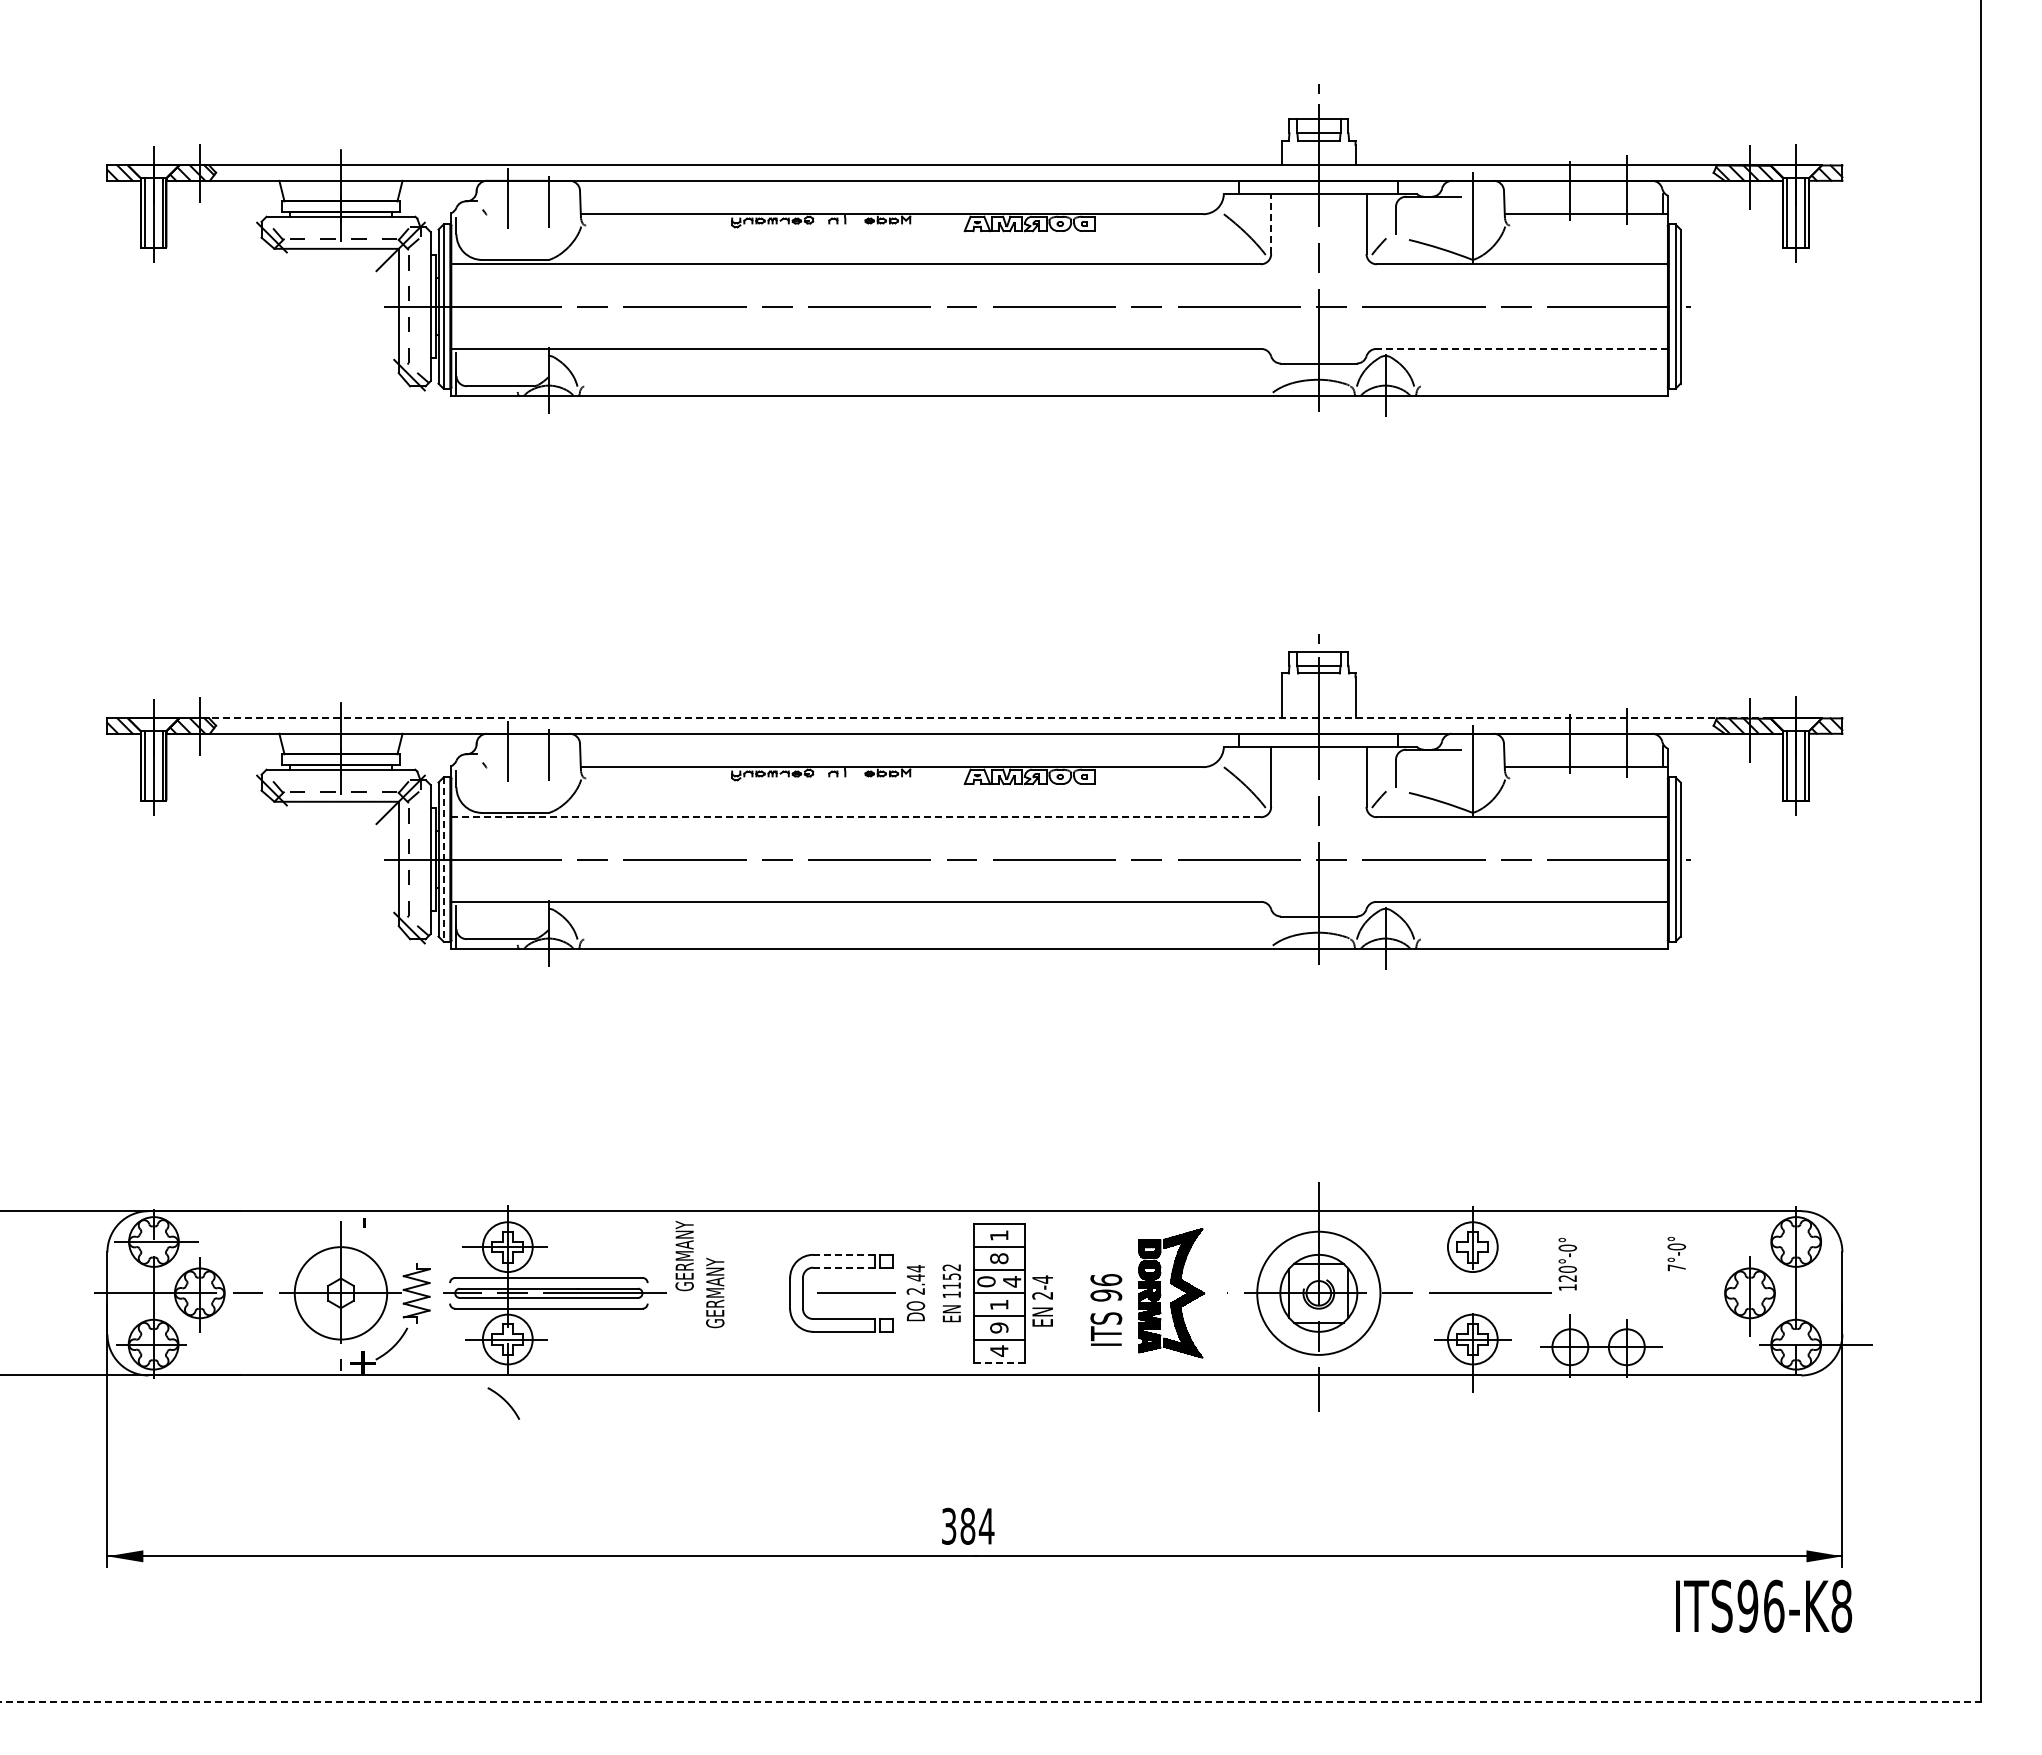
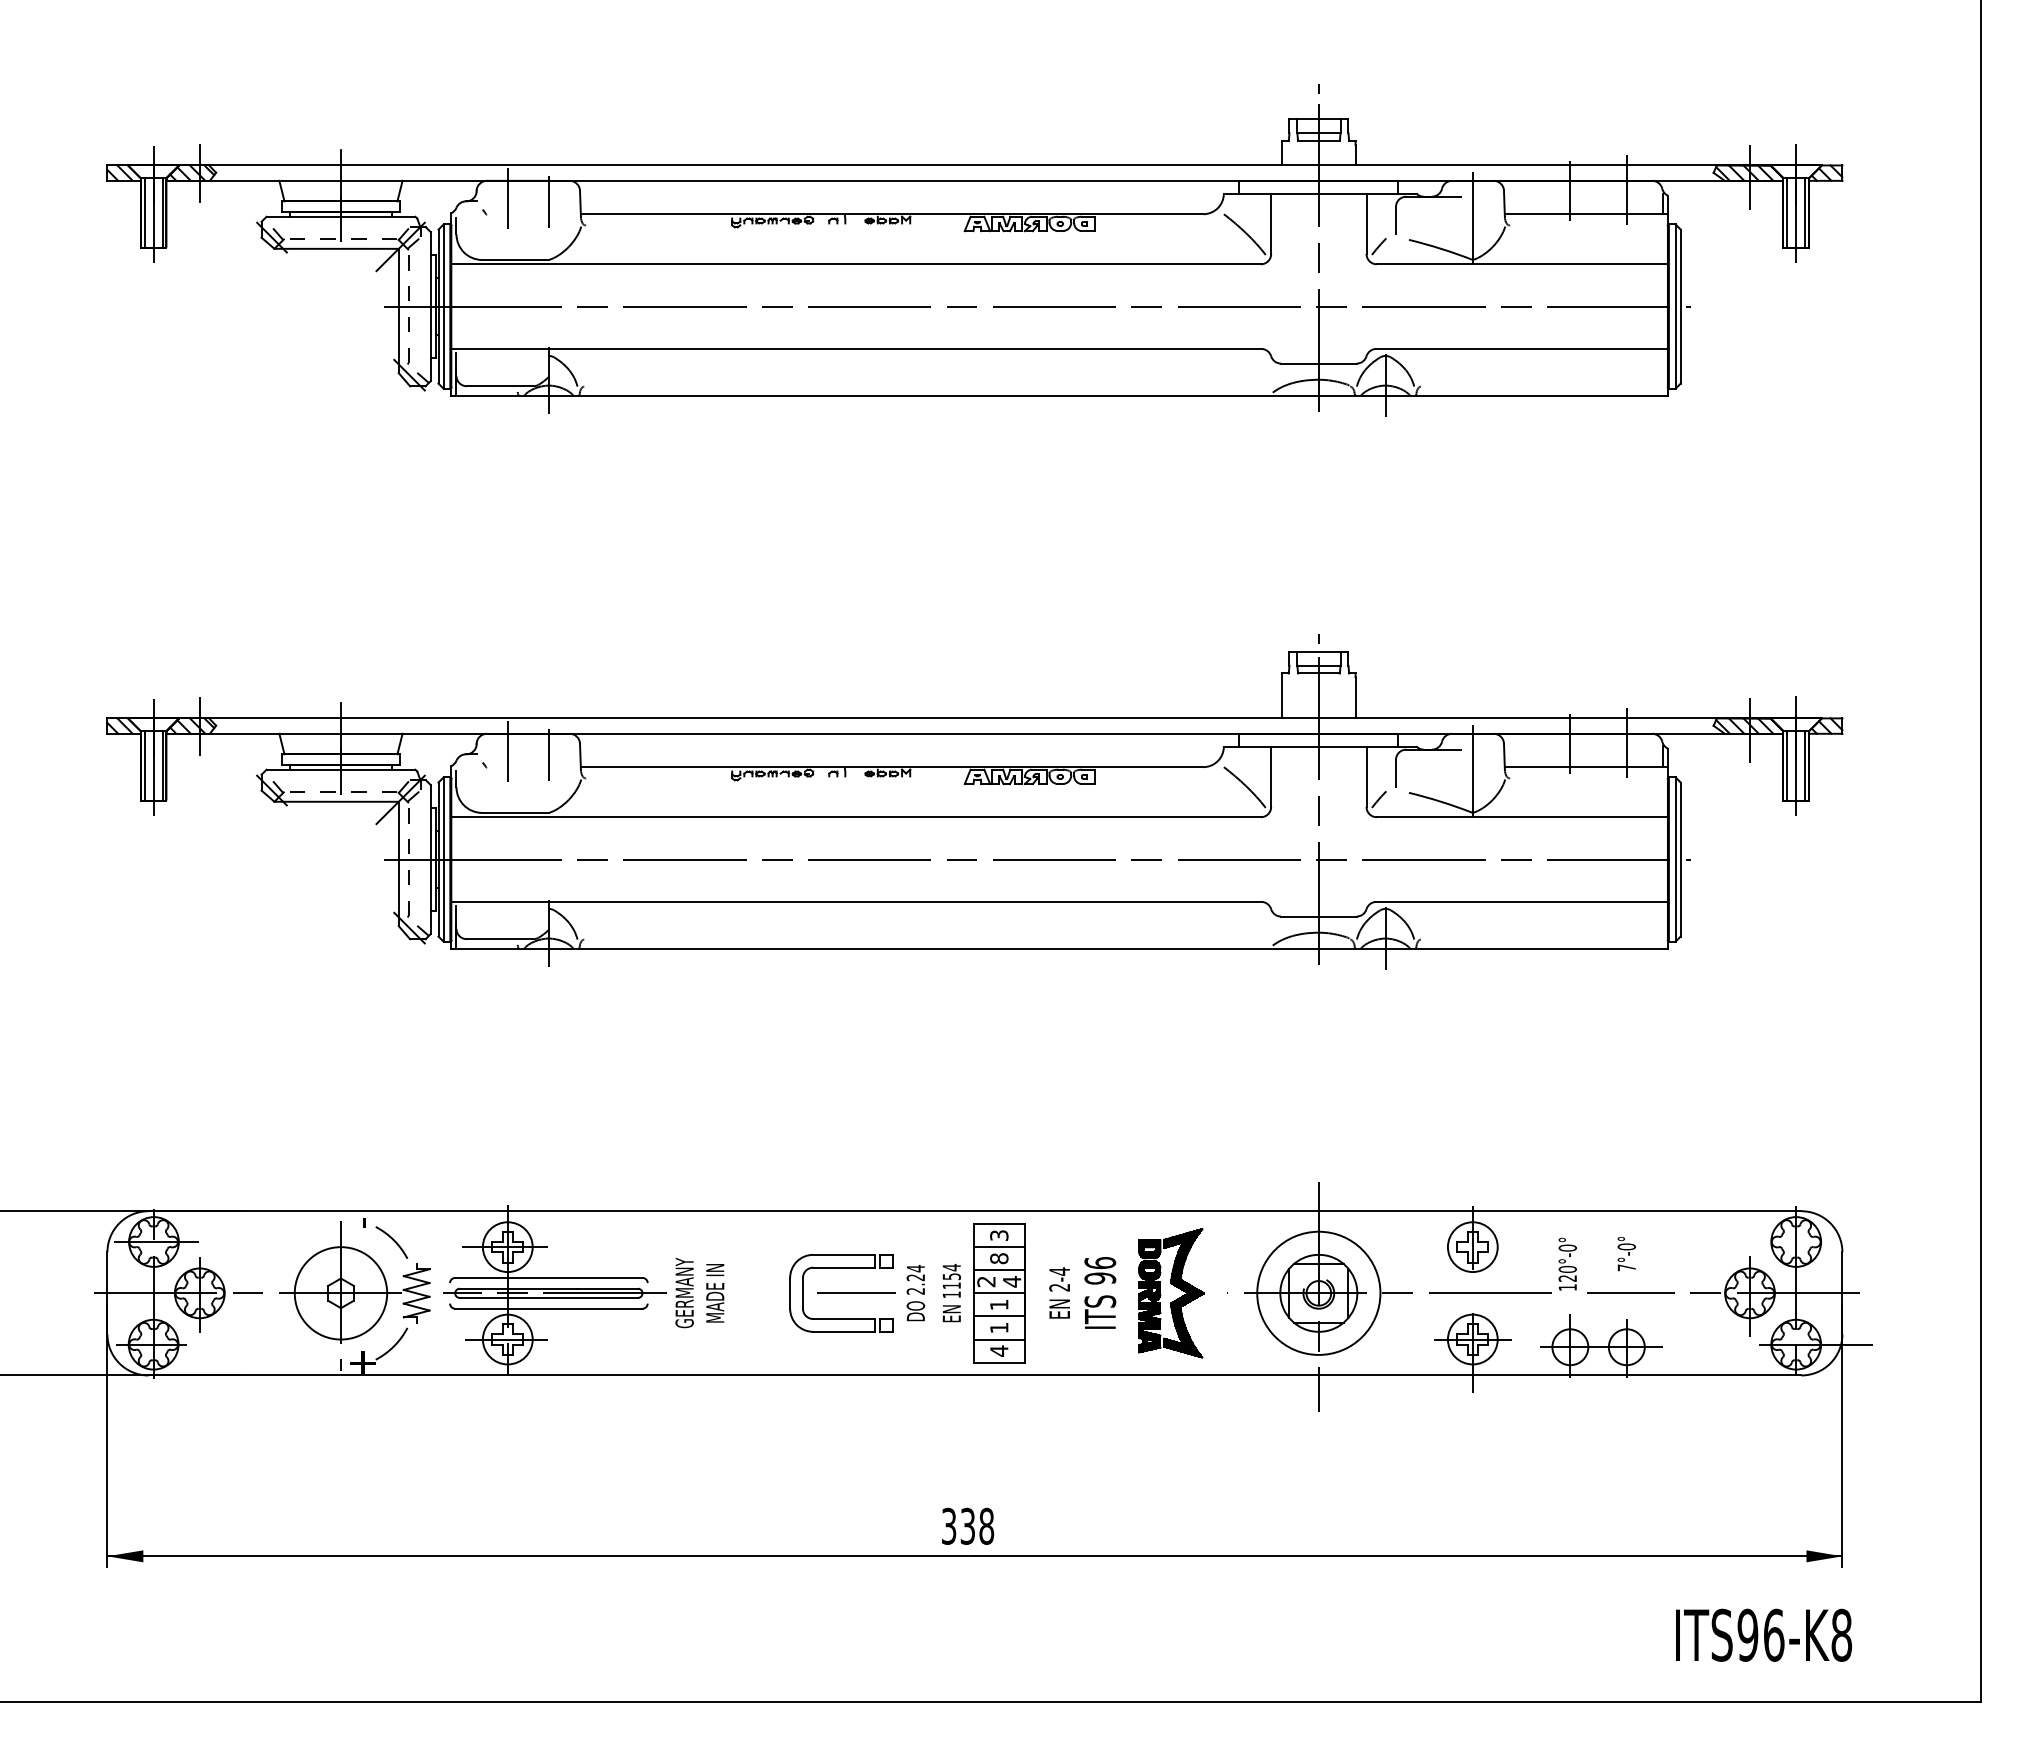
line at (1271, 223): dashed -> solid
line at (1522, 348): dashed -> solid
line at (974, 718): dashed -> solid
line at (856, 817): dashed -> solid
line at (443, 860): dashed -> solid
text at (999, 1235): 1 -> 3
text at (1676, 1253) position: (1676, 1253) -> (1626, 1253)
line at (844, 1254): dashed -> solid
text at (684, 1256) position: (684, 1256) -> (684, 1293)
line at (844, 1267): dashed -> solid
text at (951, 1267): 1152 -> 1154
text at (915, 1277): 2.44 -> 2.24
text at (986, 1281): 0 -> 2
text at (715, 1292): GERMANY -> MADE IN
line at (1722, 1293): none -> present
text at (1042, 1300) position: (1042, 1300) -> (1059, 1292)
text at (1106, 1309) position: (1106, 1309) -> (1100, 1292)
text at (999, 1327): 9 -> 1
line at (999, 1362): dashed -> solid
arc at (504, 1401) position: (504, 1401) -> (392, 1240)
text at (977, 1525): 384 -> 338
text at (1764, 1605) position: (1764, 1605) -> (1764, 1634)
line at (990, 1702): dashed -> solid
